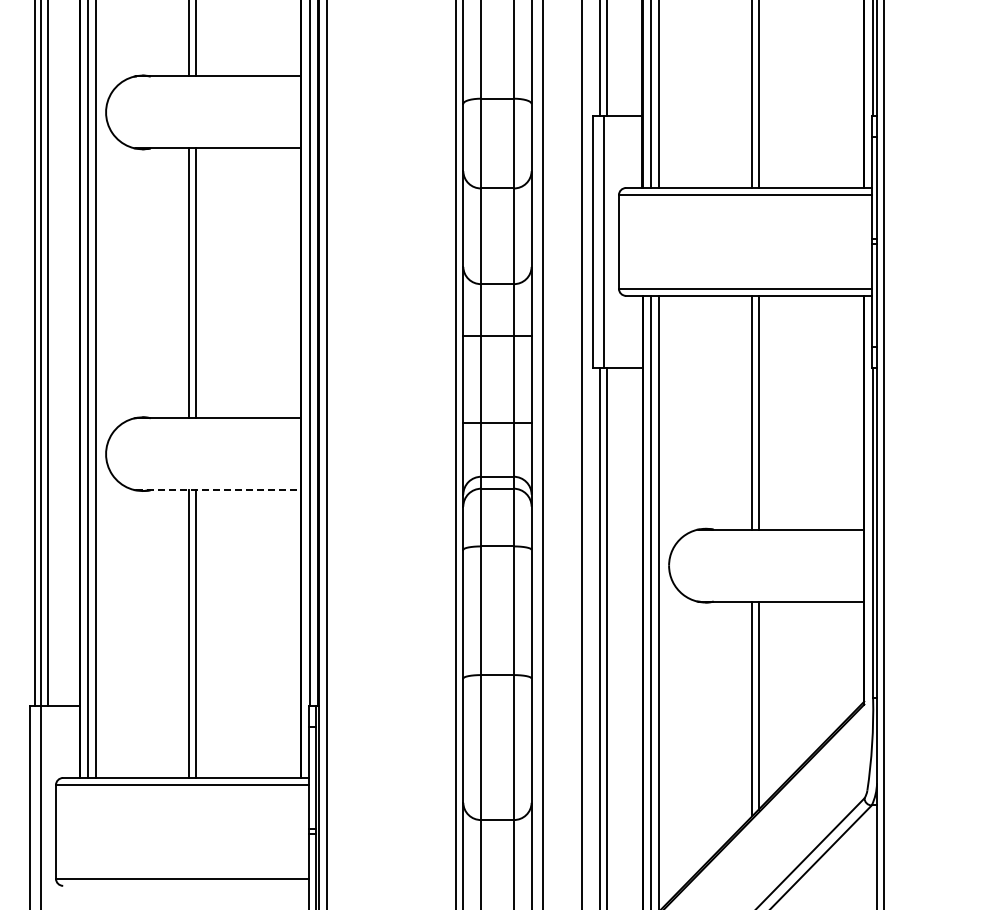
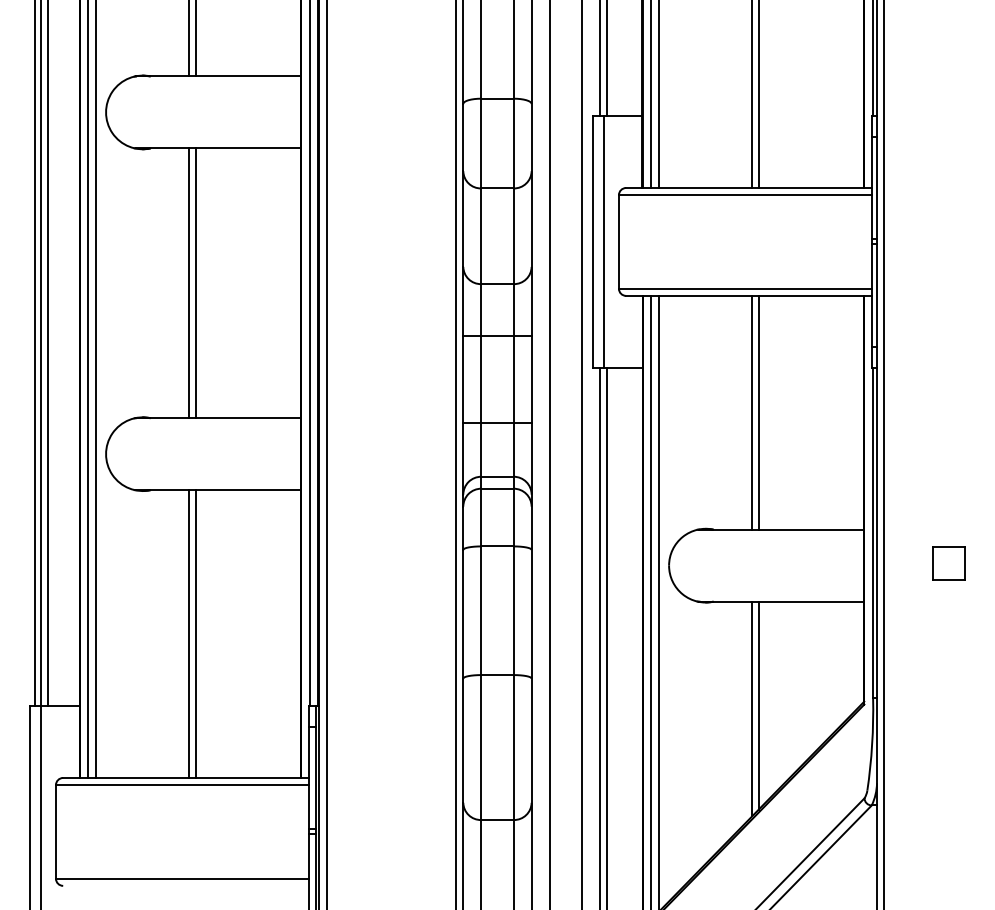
line at (542, 454) position: (542, 454) -> (549, 454)
line at (218, 490): dashed -> solid
part at (948, 563): none -> present
